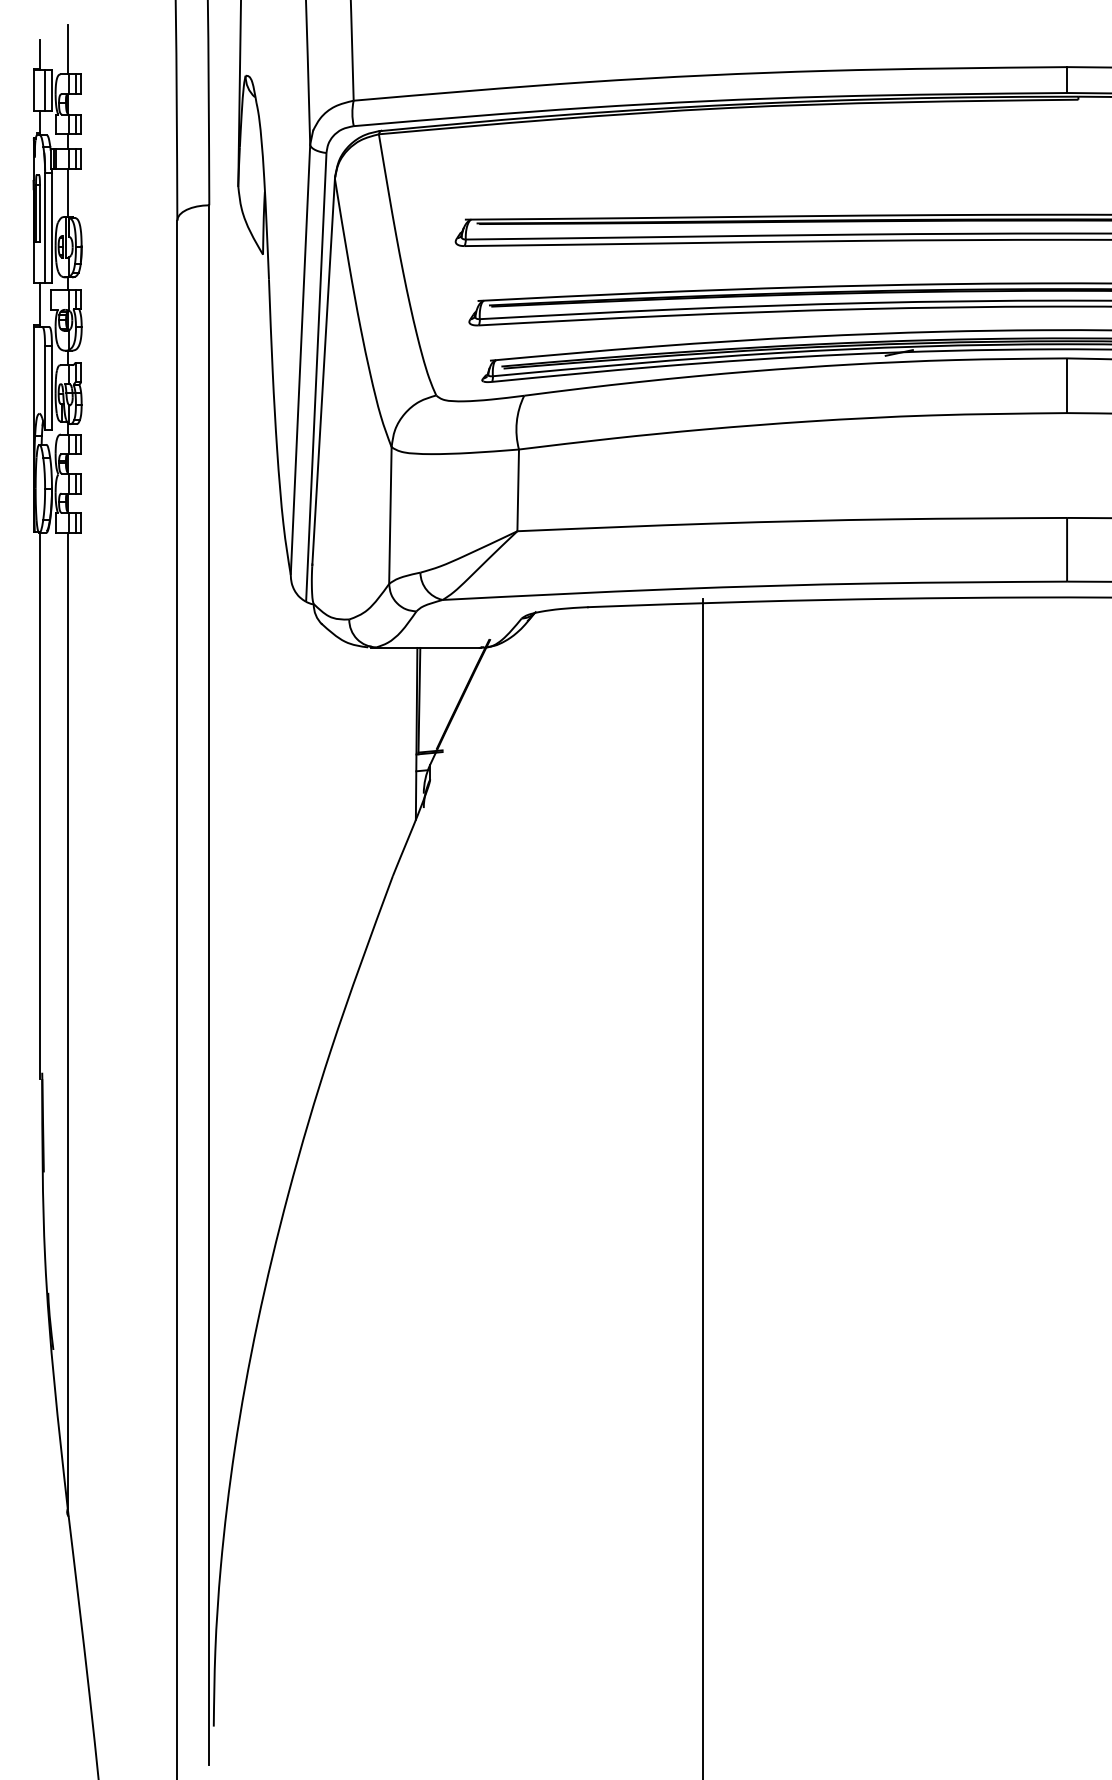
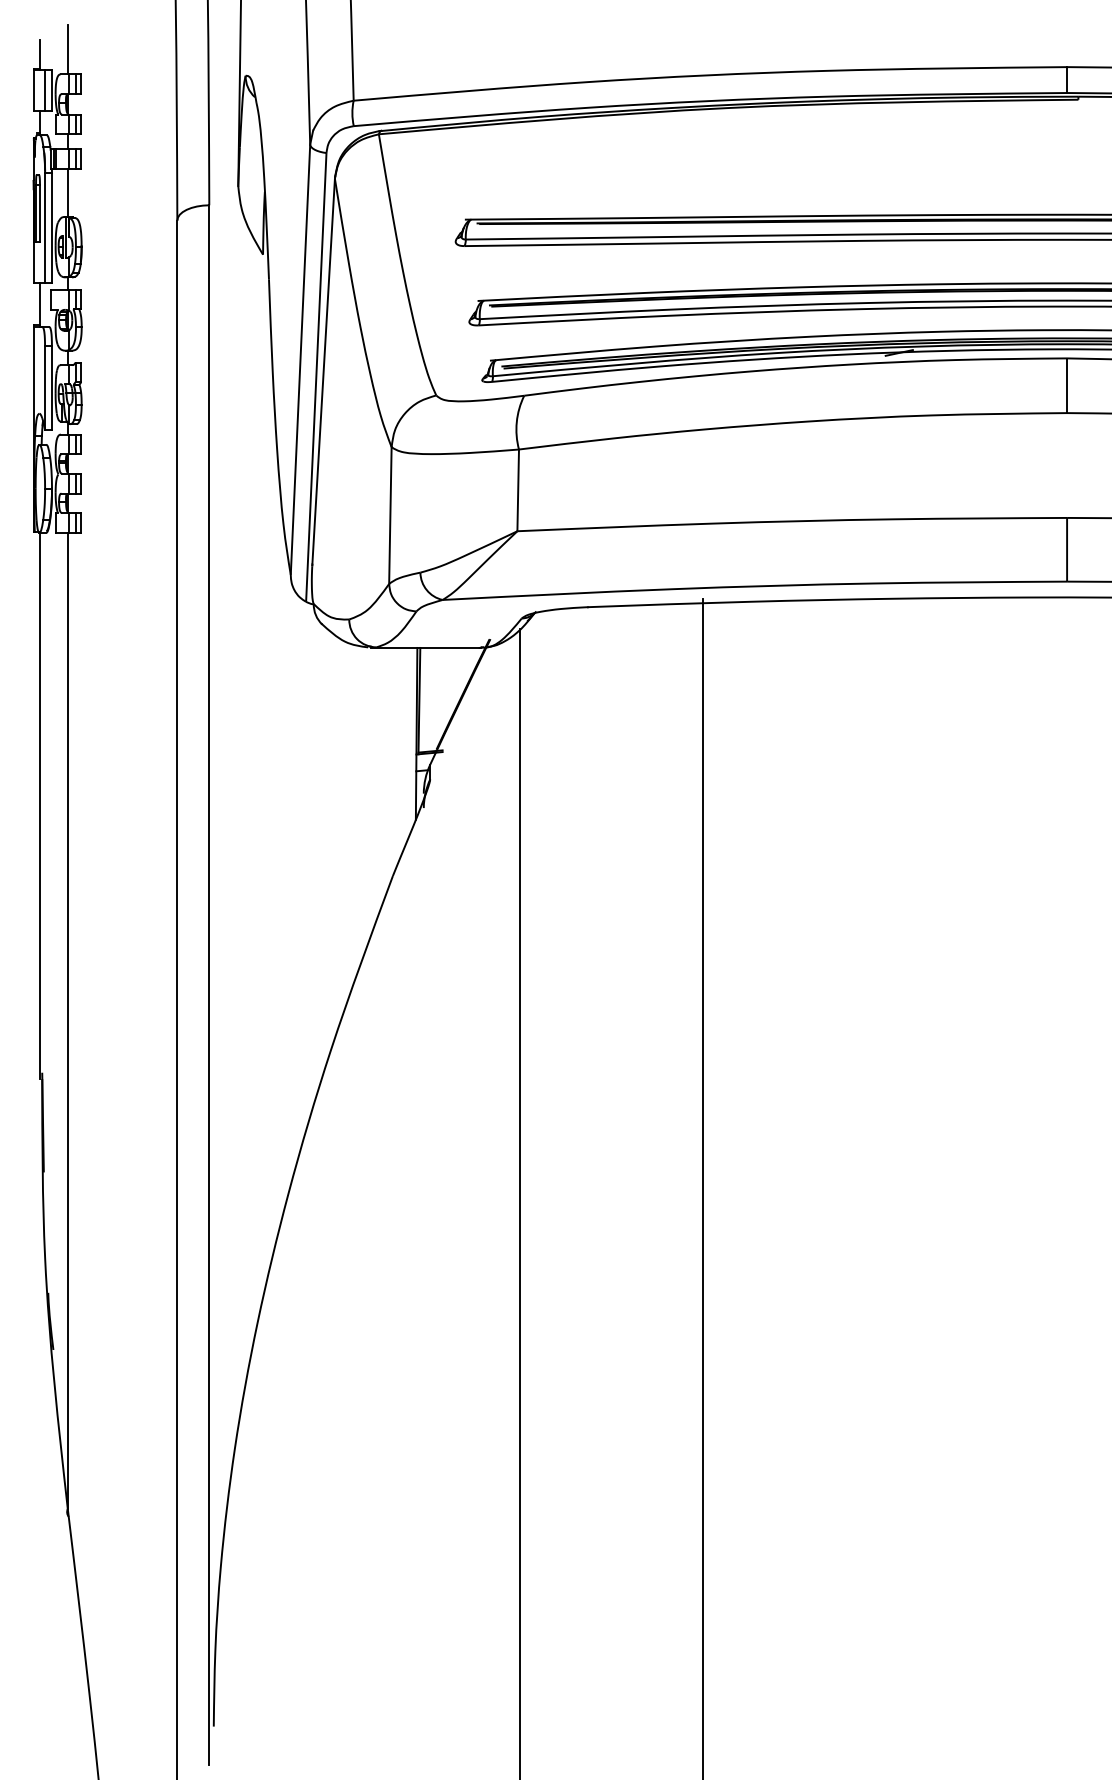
line at (519, 1202): none -> present
